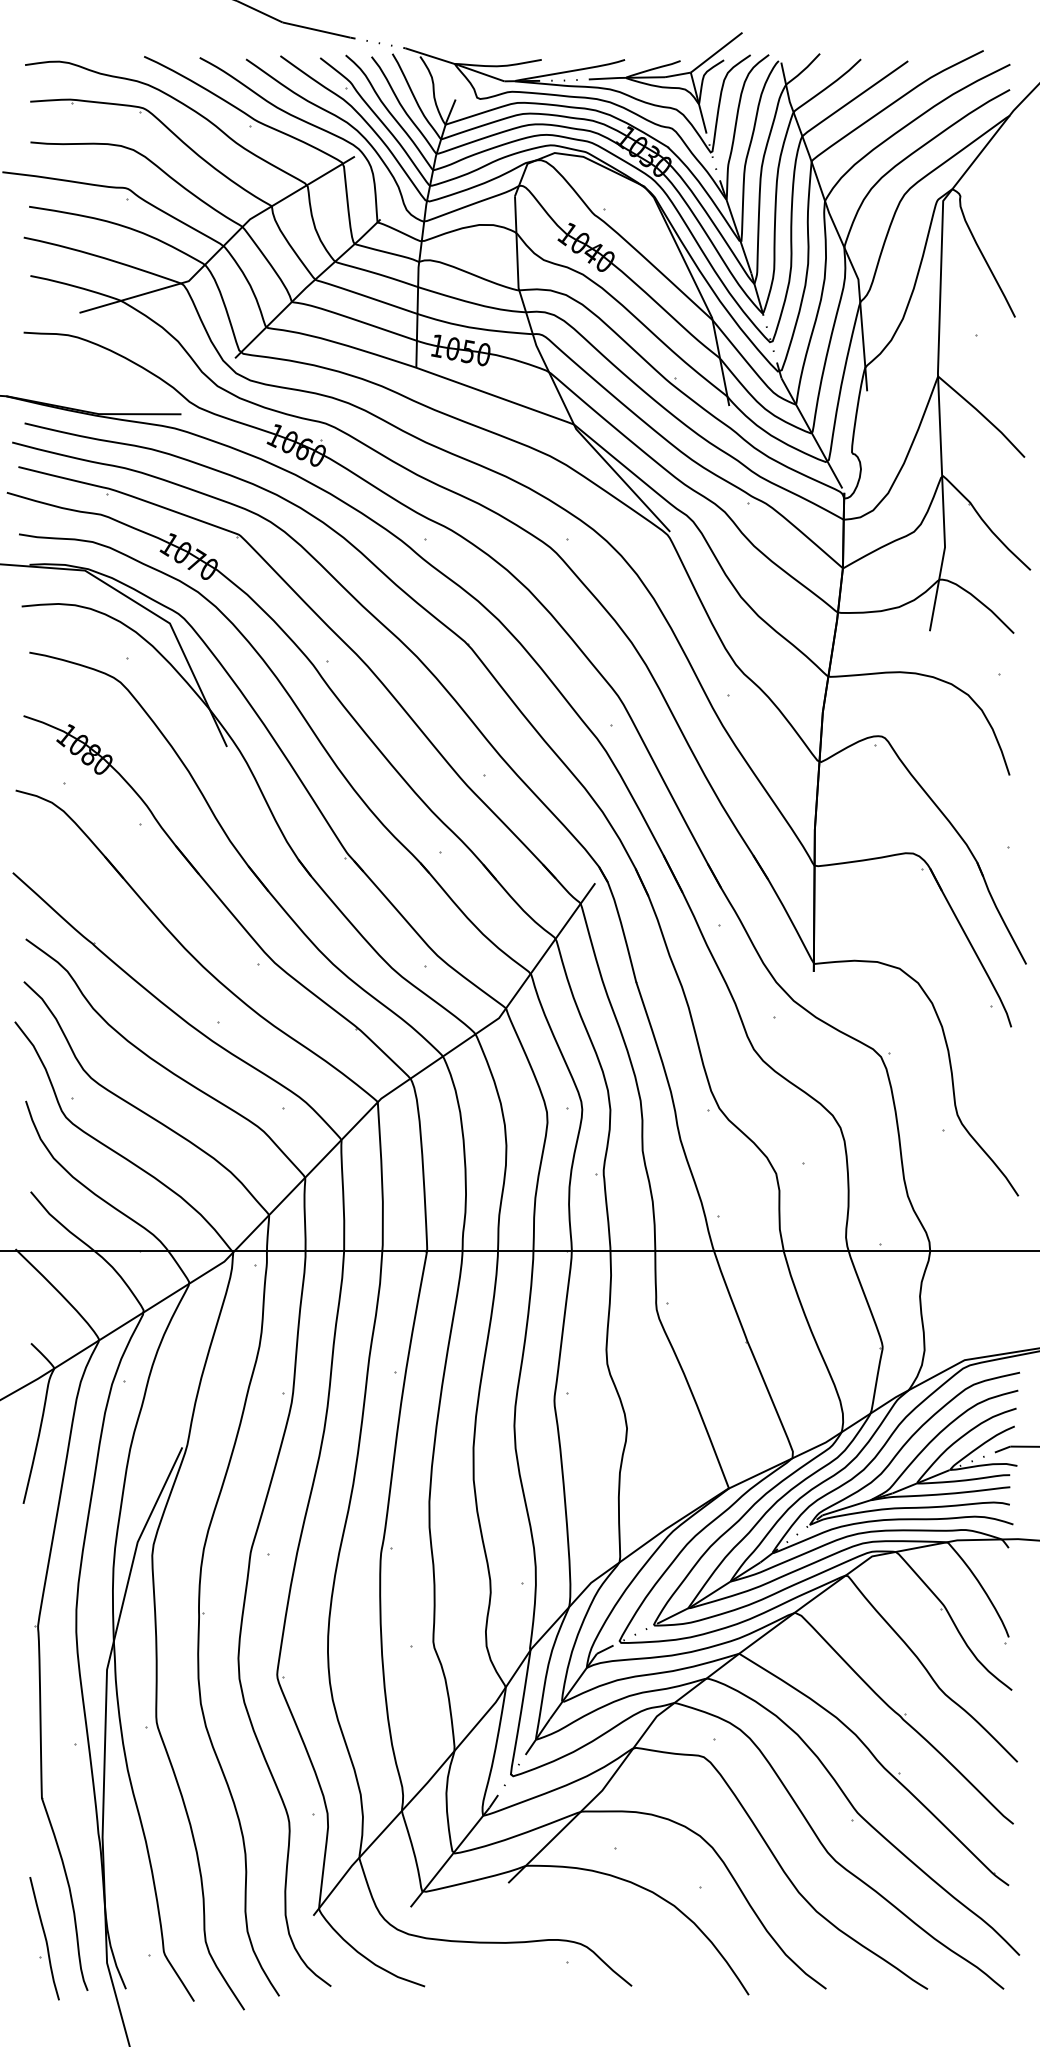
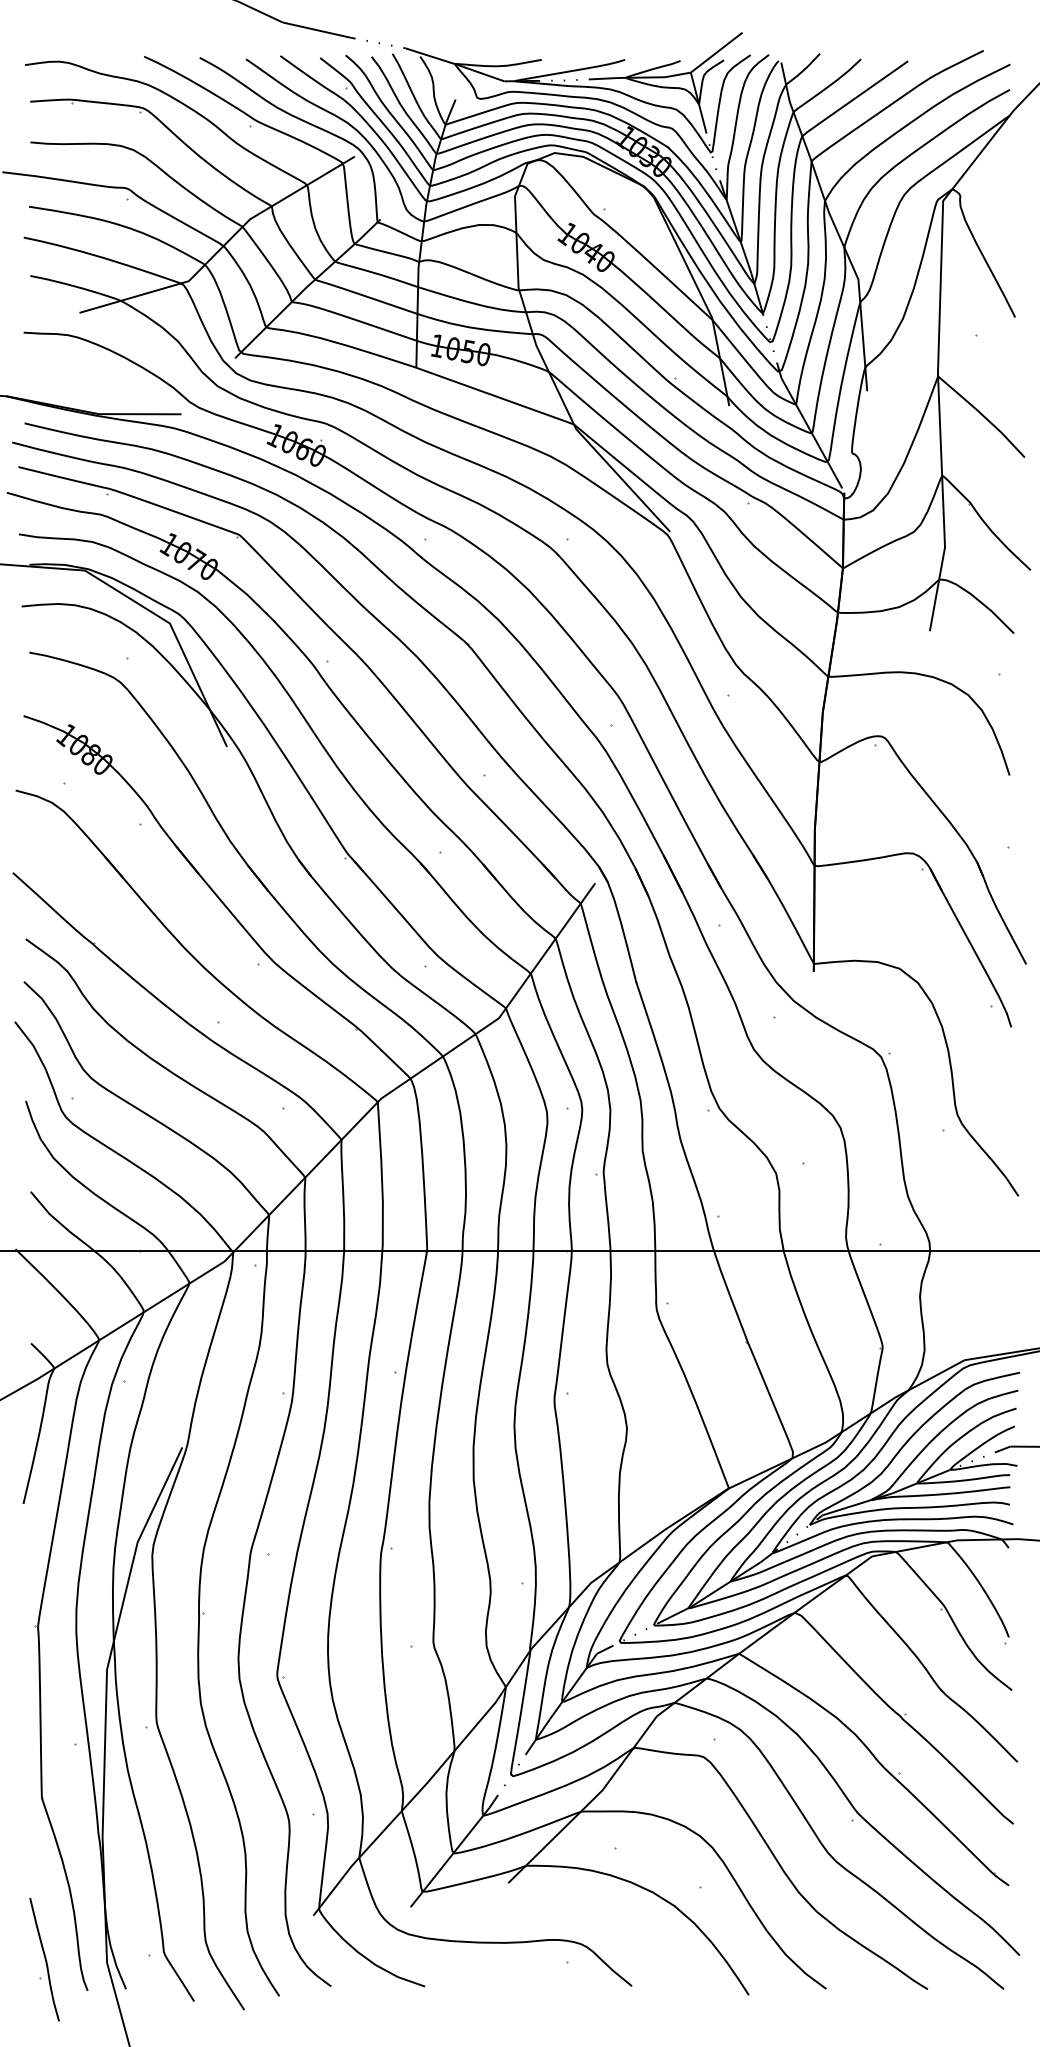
part at (44, 1938) position: (44, 1938) -> (44, 1959)
